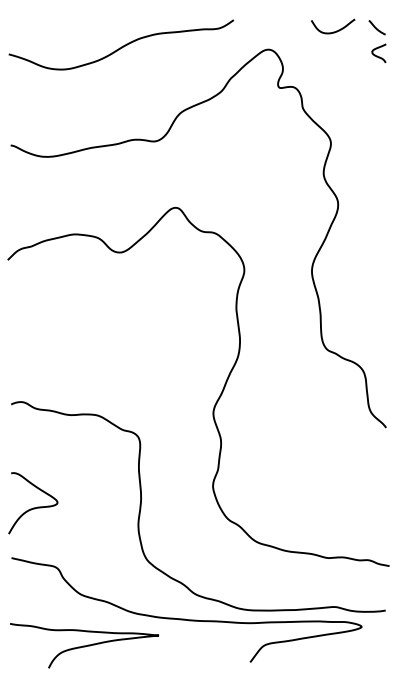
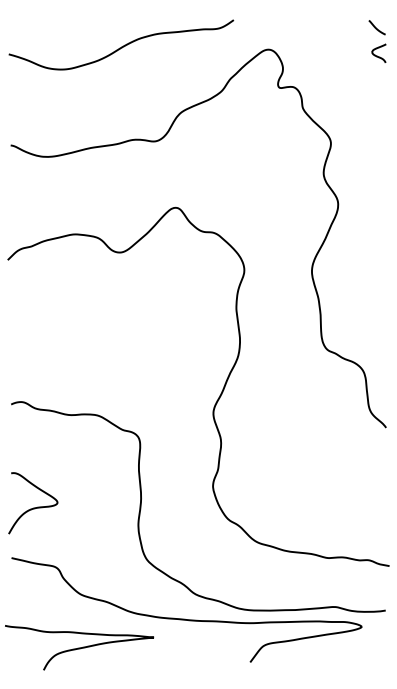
curve at (336, 30): present -> none
curve at (84, 645) position: (84, 645) -> (79, 647)
